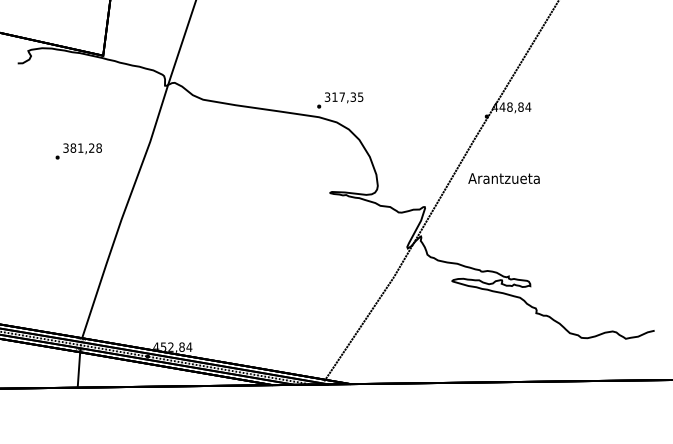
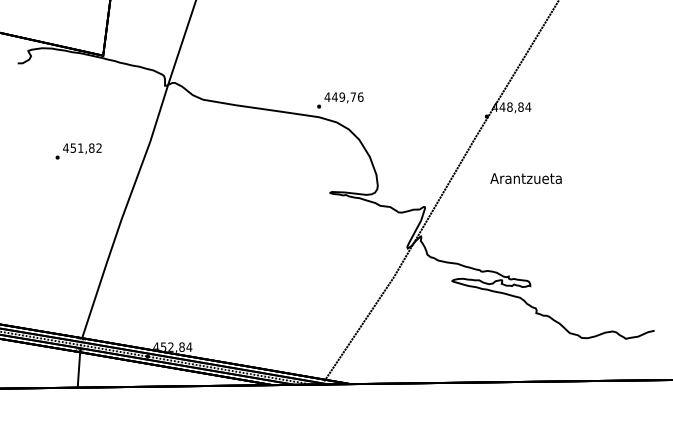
text at (343, 96): 317,35 -> 449,76
text at (82, 147): 381,28 -> 451,82
text at (503, 178) position: (503, 178) -> (525, 178)
